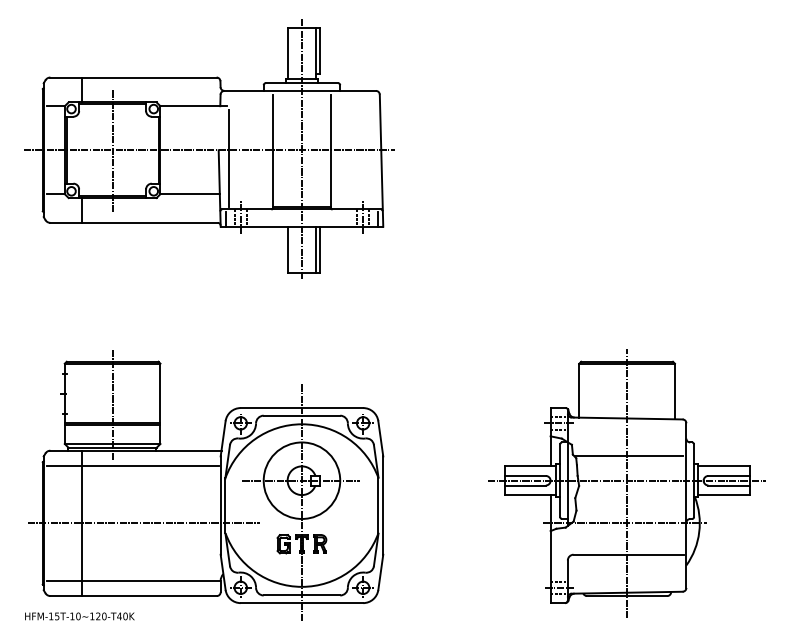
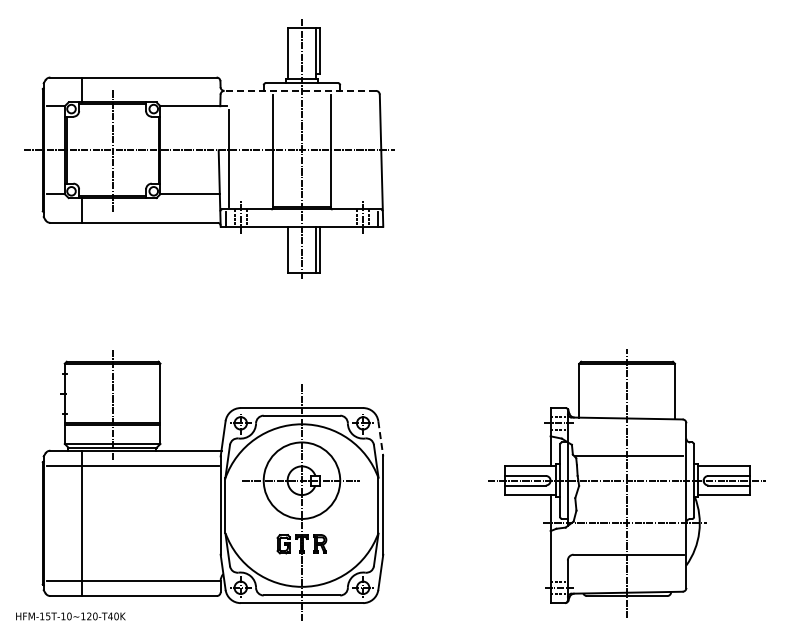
line at (300, 90): solid -> dashed
line at (380, 438): solid -> dashed
line at (143, 523): present -> none
text at (79, 616) position: (79, 616) -> (70, 616)
